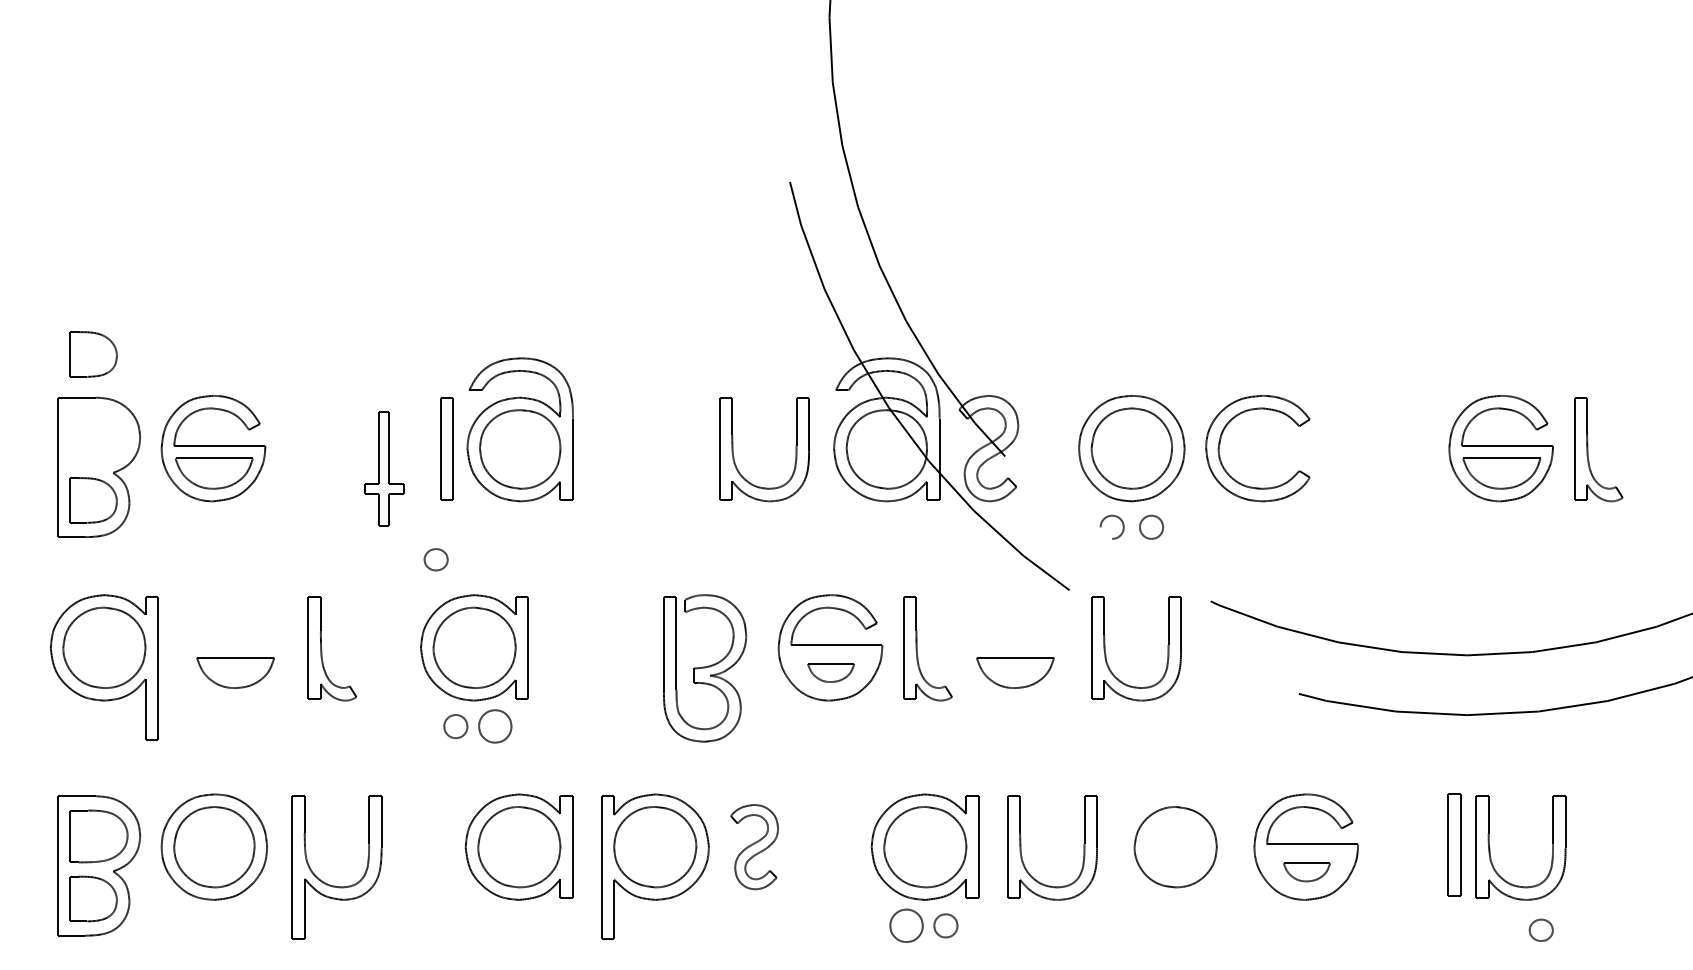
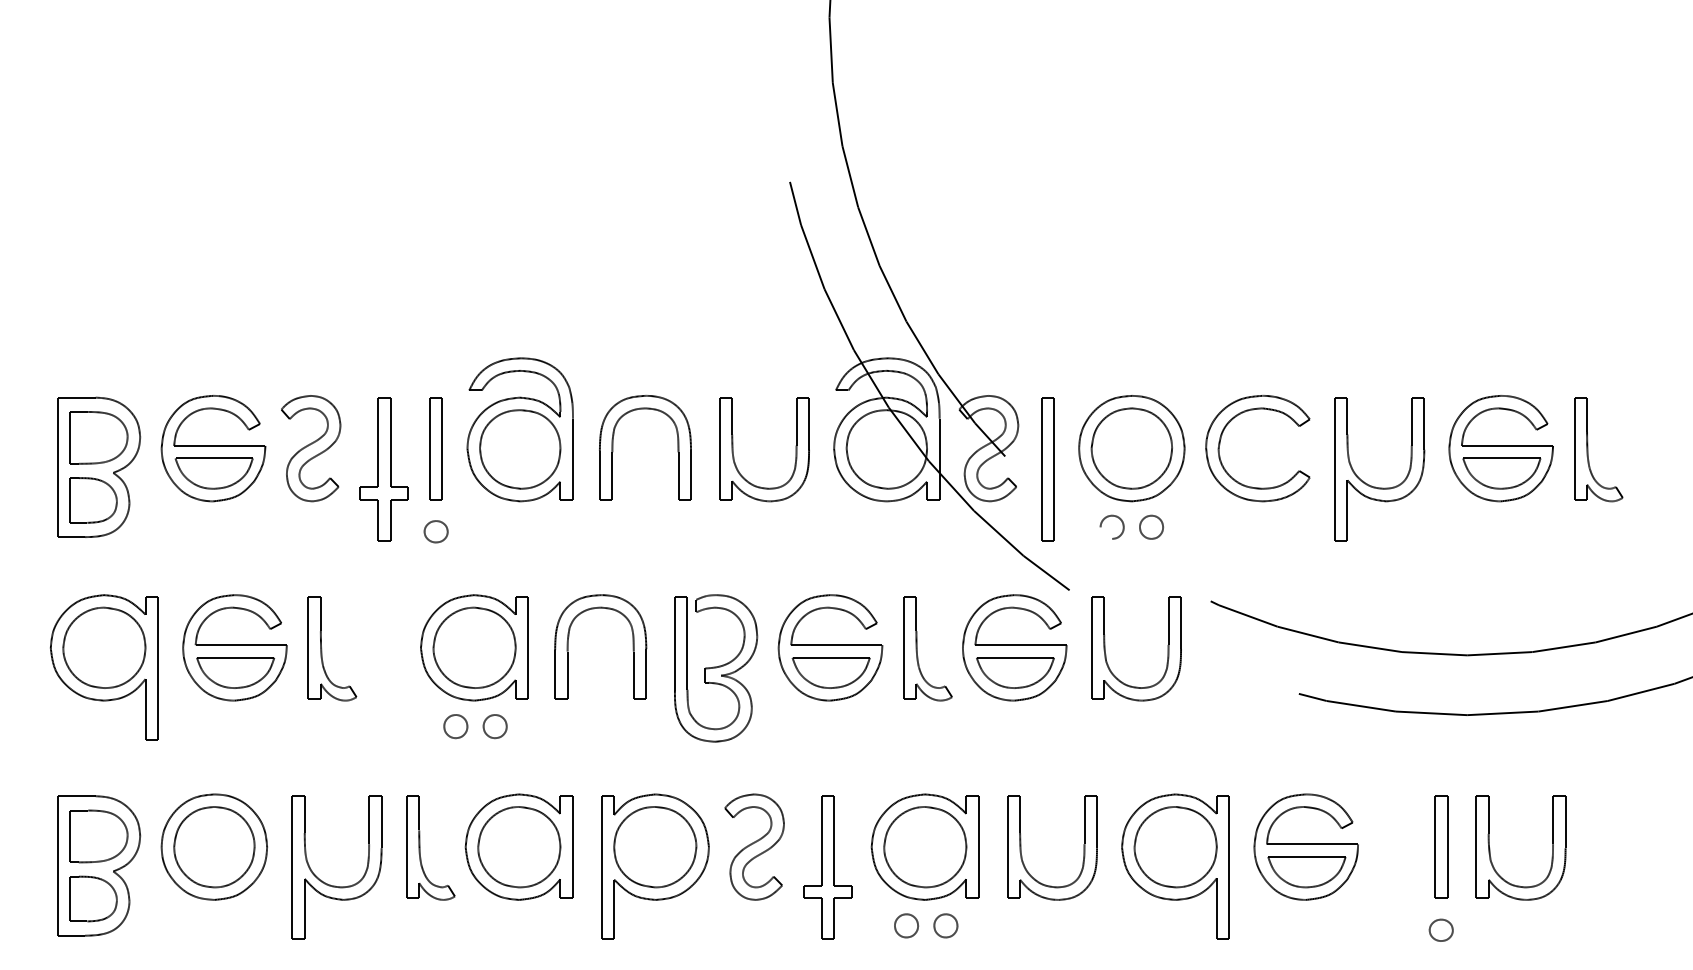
part at (93, 354): present -> none
part at (98, 437): none -> present
part at (613, 447): none -> present
part at (311, 448): none -> present
part at (446, 448) position: (446, 448) -> (435, 448)
part at (384, 468) size: 41x116 px -> 50x145 px
part at (1047, 469): none -> present
part at (1375, 486): none -> present
part at (435, 559) position: (435, 559) -> (435, 531)
part at (568, 646): none -> present
part at (234, 647): none -> present
part at (1014, 647): none -> present
part at (705, 668) position: (705, 668) -> (716, 668)
part at (830, 672) size: 48x20 px -> 80x32 px
part at (495, 726) size: 35x35 px -> 26x26 px
part at (1454, 844) position: (1454, 844) -> (1441, 846)
part at (420, 847): none -> present
part at (754, 847) size: 49x87 px -> 61x108 px
part at (1175, 866): none -> present
part at (827, 867): none -> present
part at (1306, 872) size: 48x21 px -> 80x33 px
part at (906, 925) size: 35x35 px -> 25x26 px
part at (1540, 929) position: (1540, 929) -> (1440, 929)
